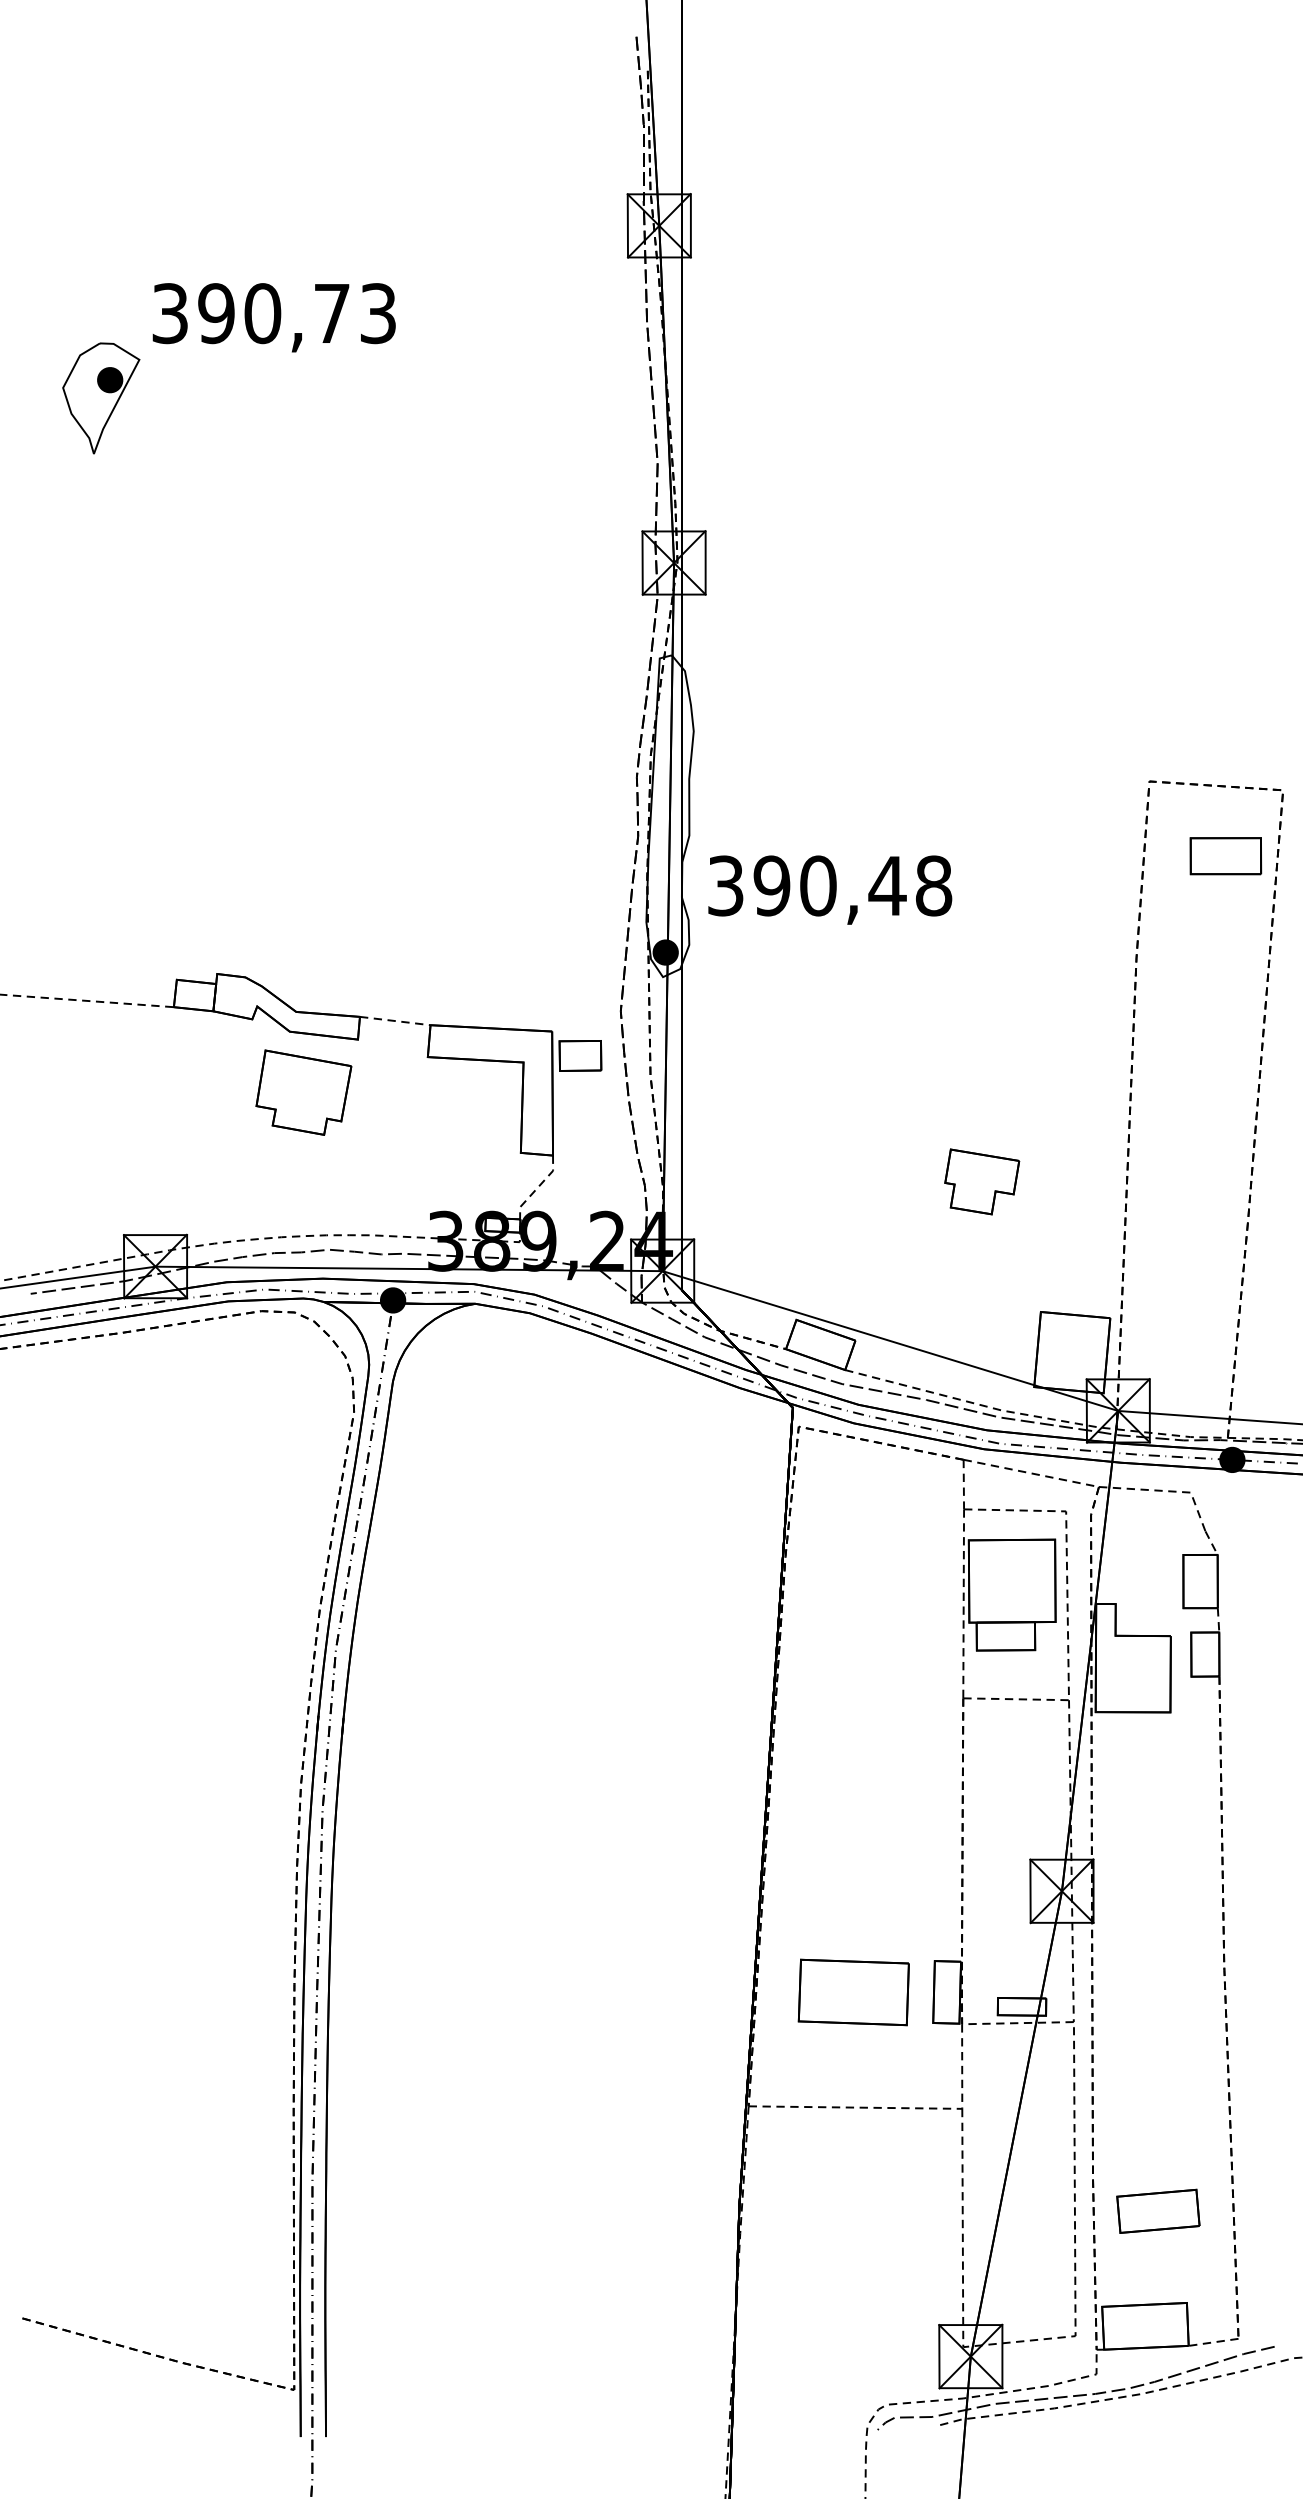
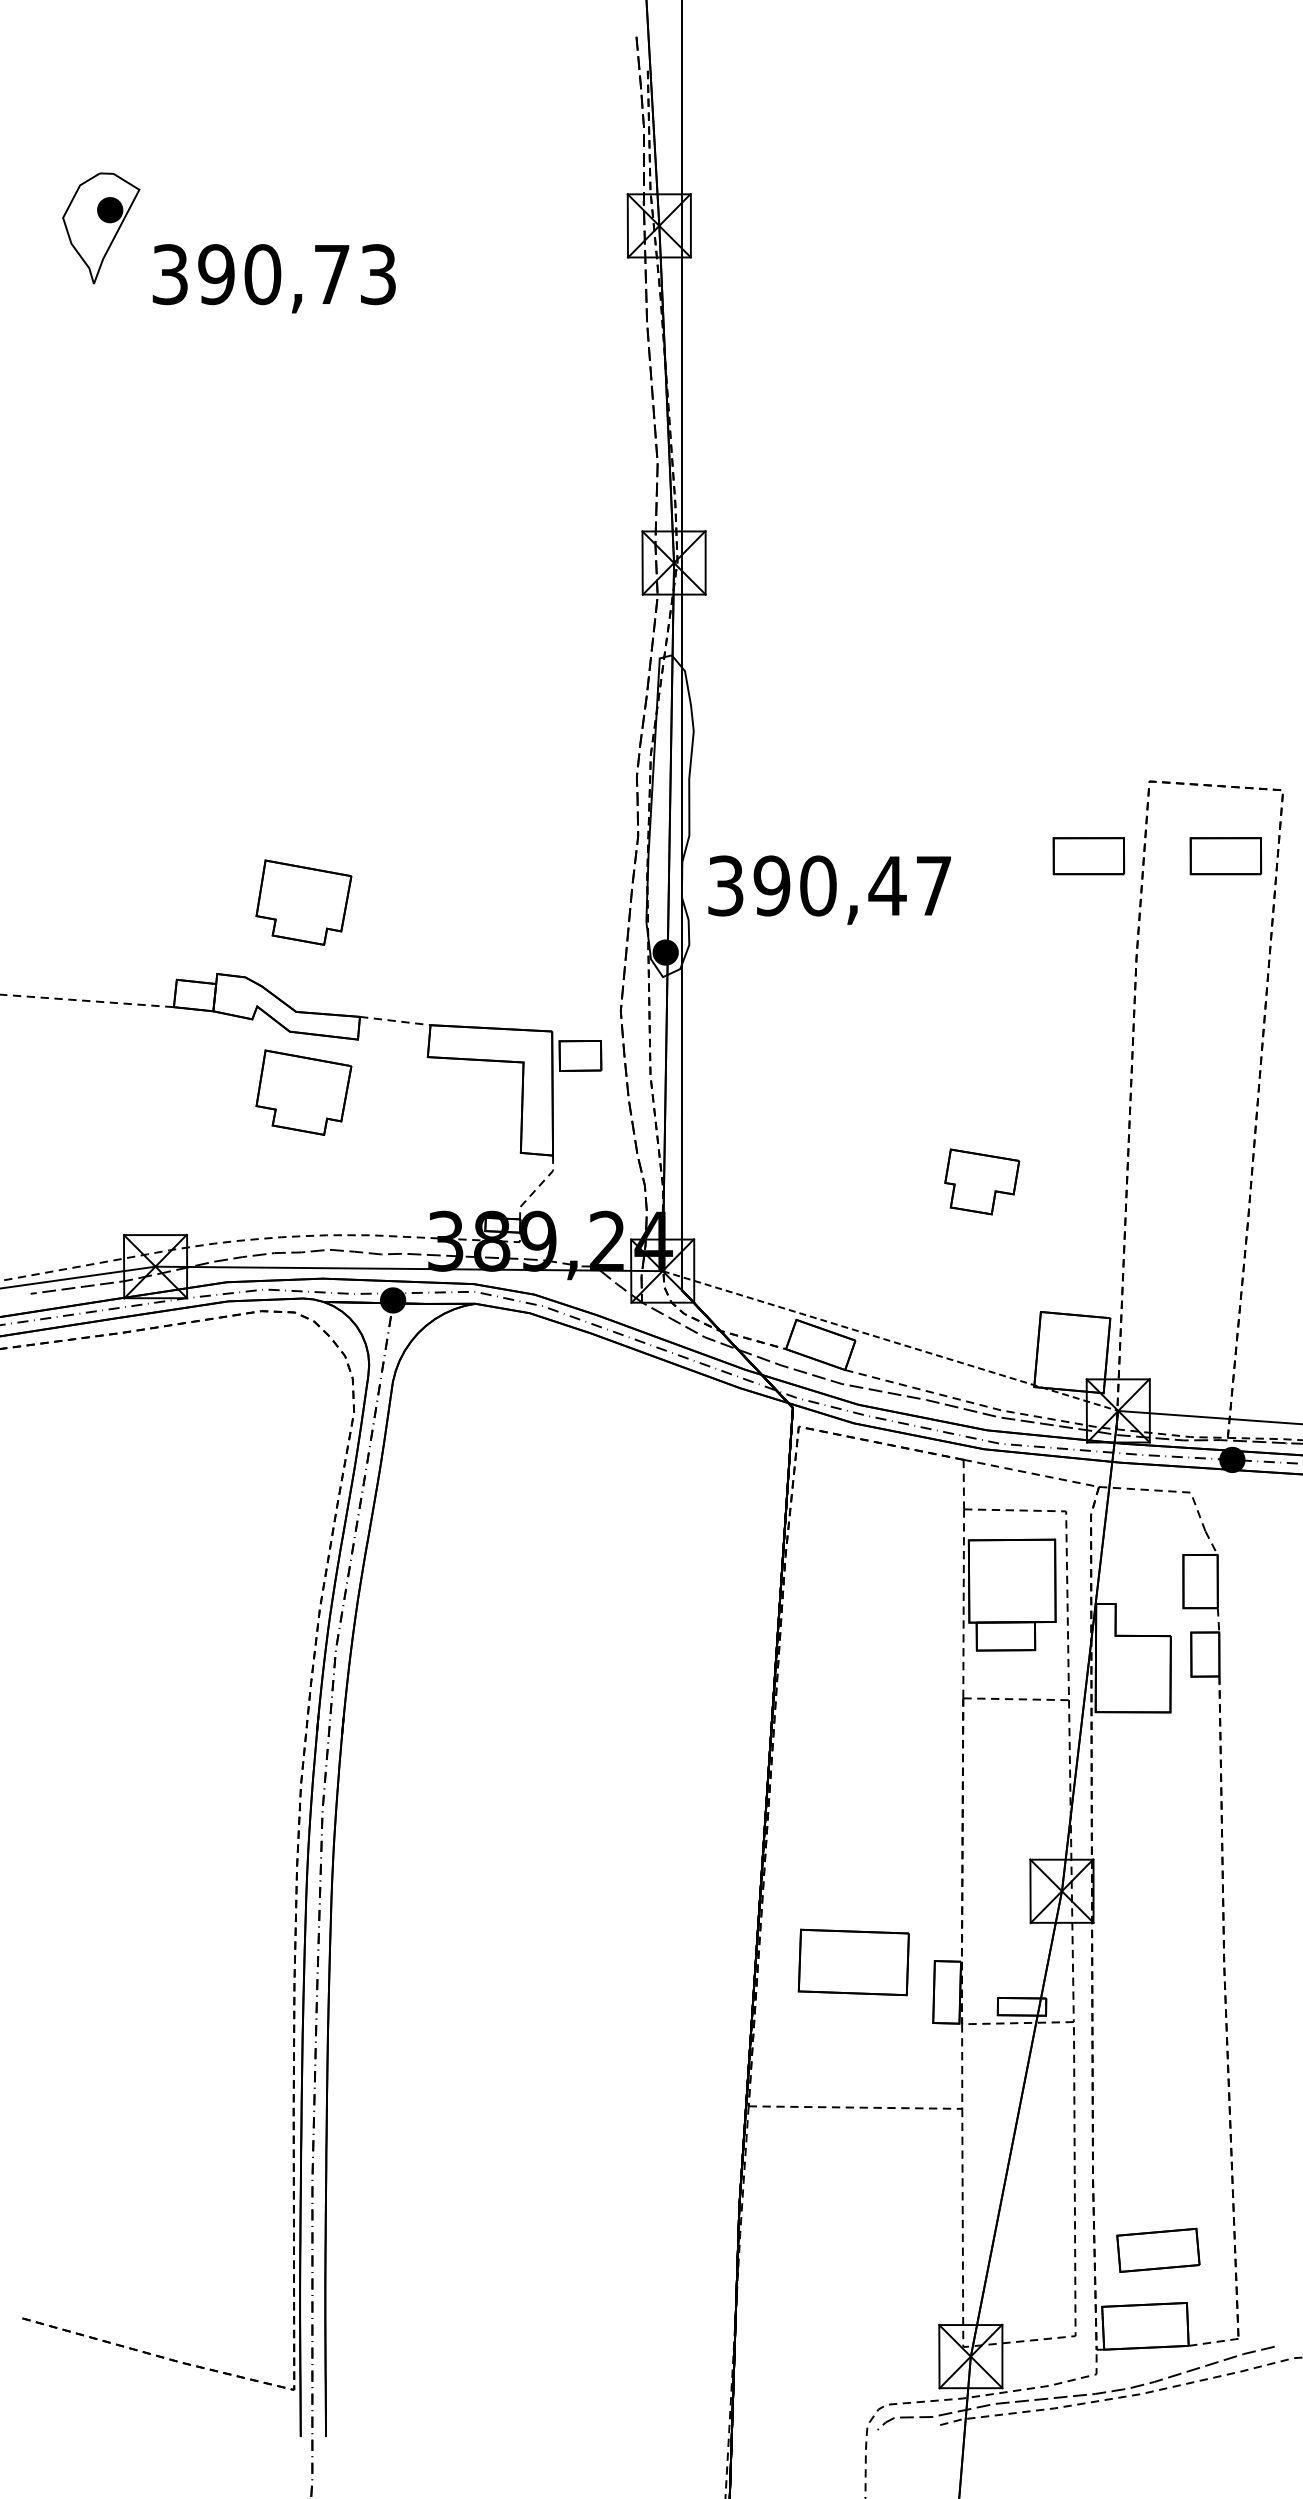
text at (273, 317) position: (273, 317) -> (273, 278)
part at (101, 398) position: (101, 398) -> (101, 228)
part at (1088, 856): none -> present
text at (934, 885): 390,48 -> 390,47
part at (303, 902): none -> present
line at (890, 1341): solid -> dashed
part at (853, 1992) position: (853, 1992) -> (853, 1962)
part at (1158, 2210) position: (1158, 2210) -> (1158, 2249)
